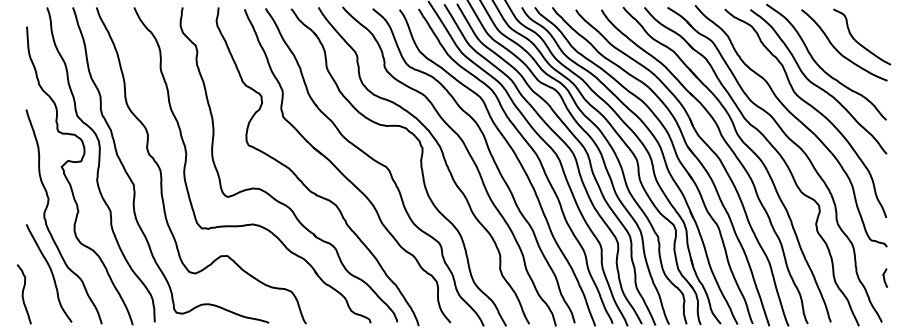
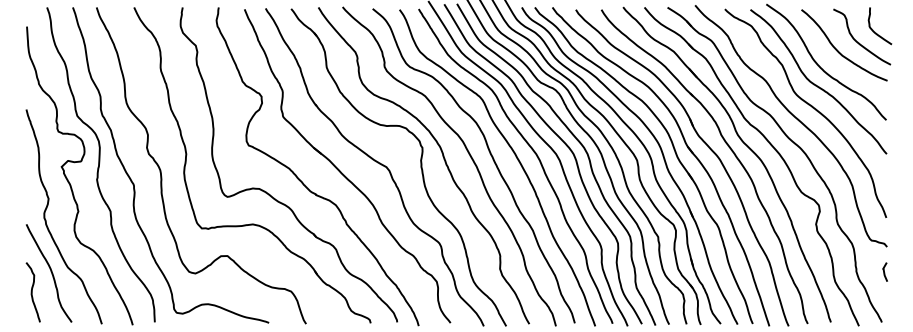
curve at (876, 32): none -> present
curve at (884, 277) position: (884, 277) -> (884, 271)
curve at (23, 294) position: (23, 294) -> (32, 292)
